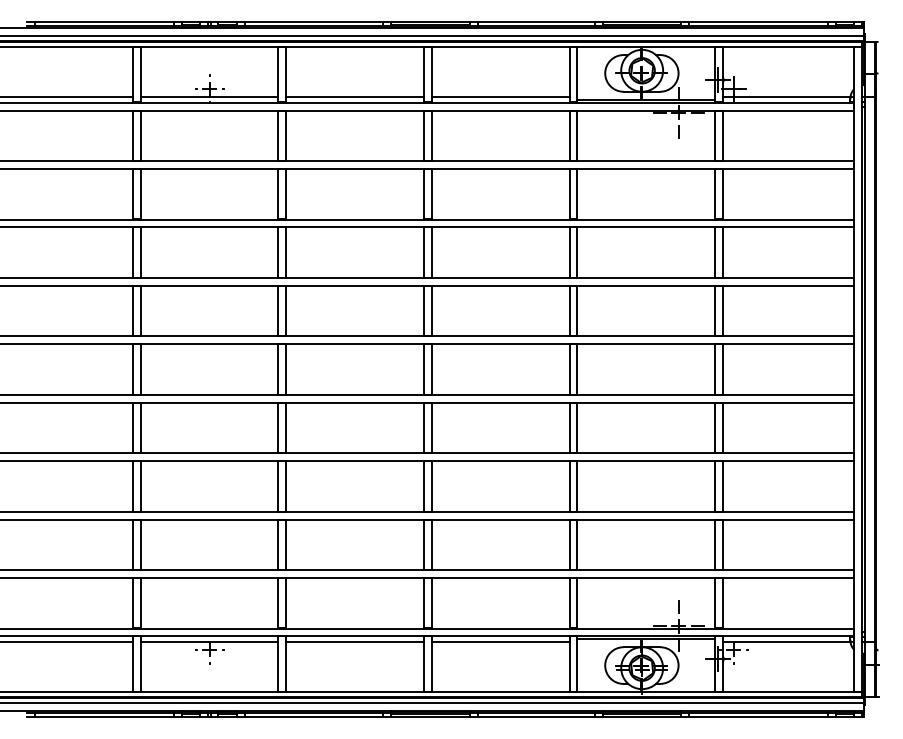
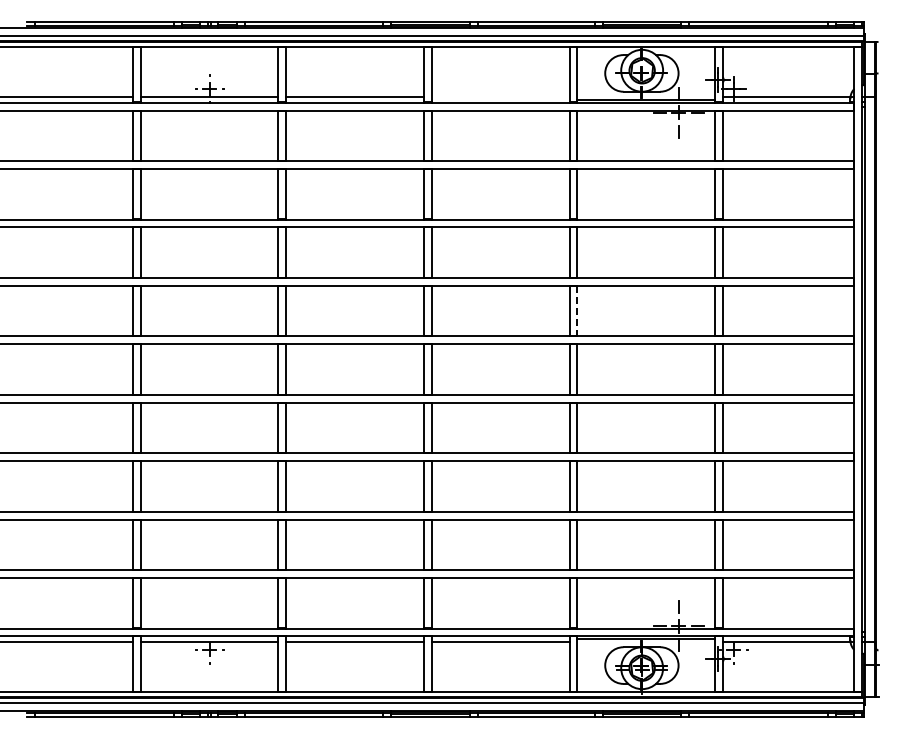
line at (500, 97): present -> none
line at (577, 311): solid -> dashed
